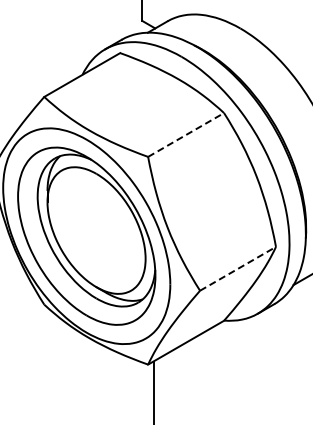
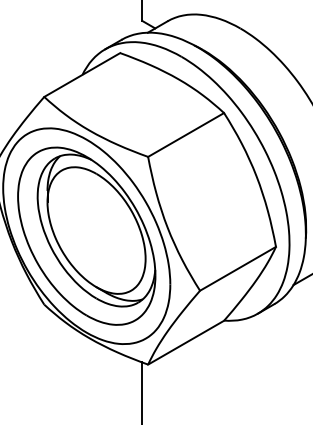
line at (186, 134): dashed -> solid
line at (238, 268): dashed -> solid
line at (154, 391) position: (154, 391) -> (142, 391)
